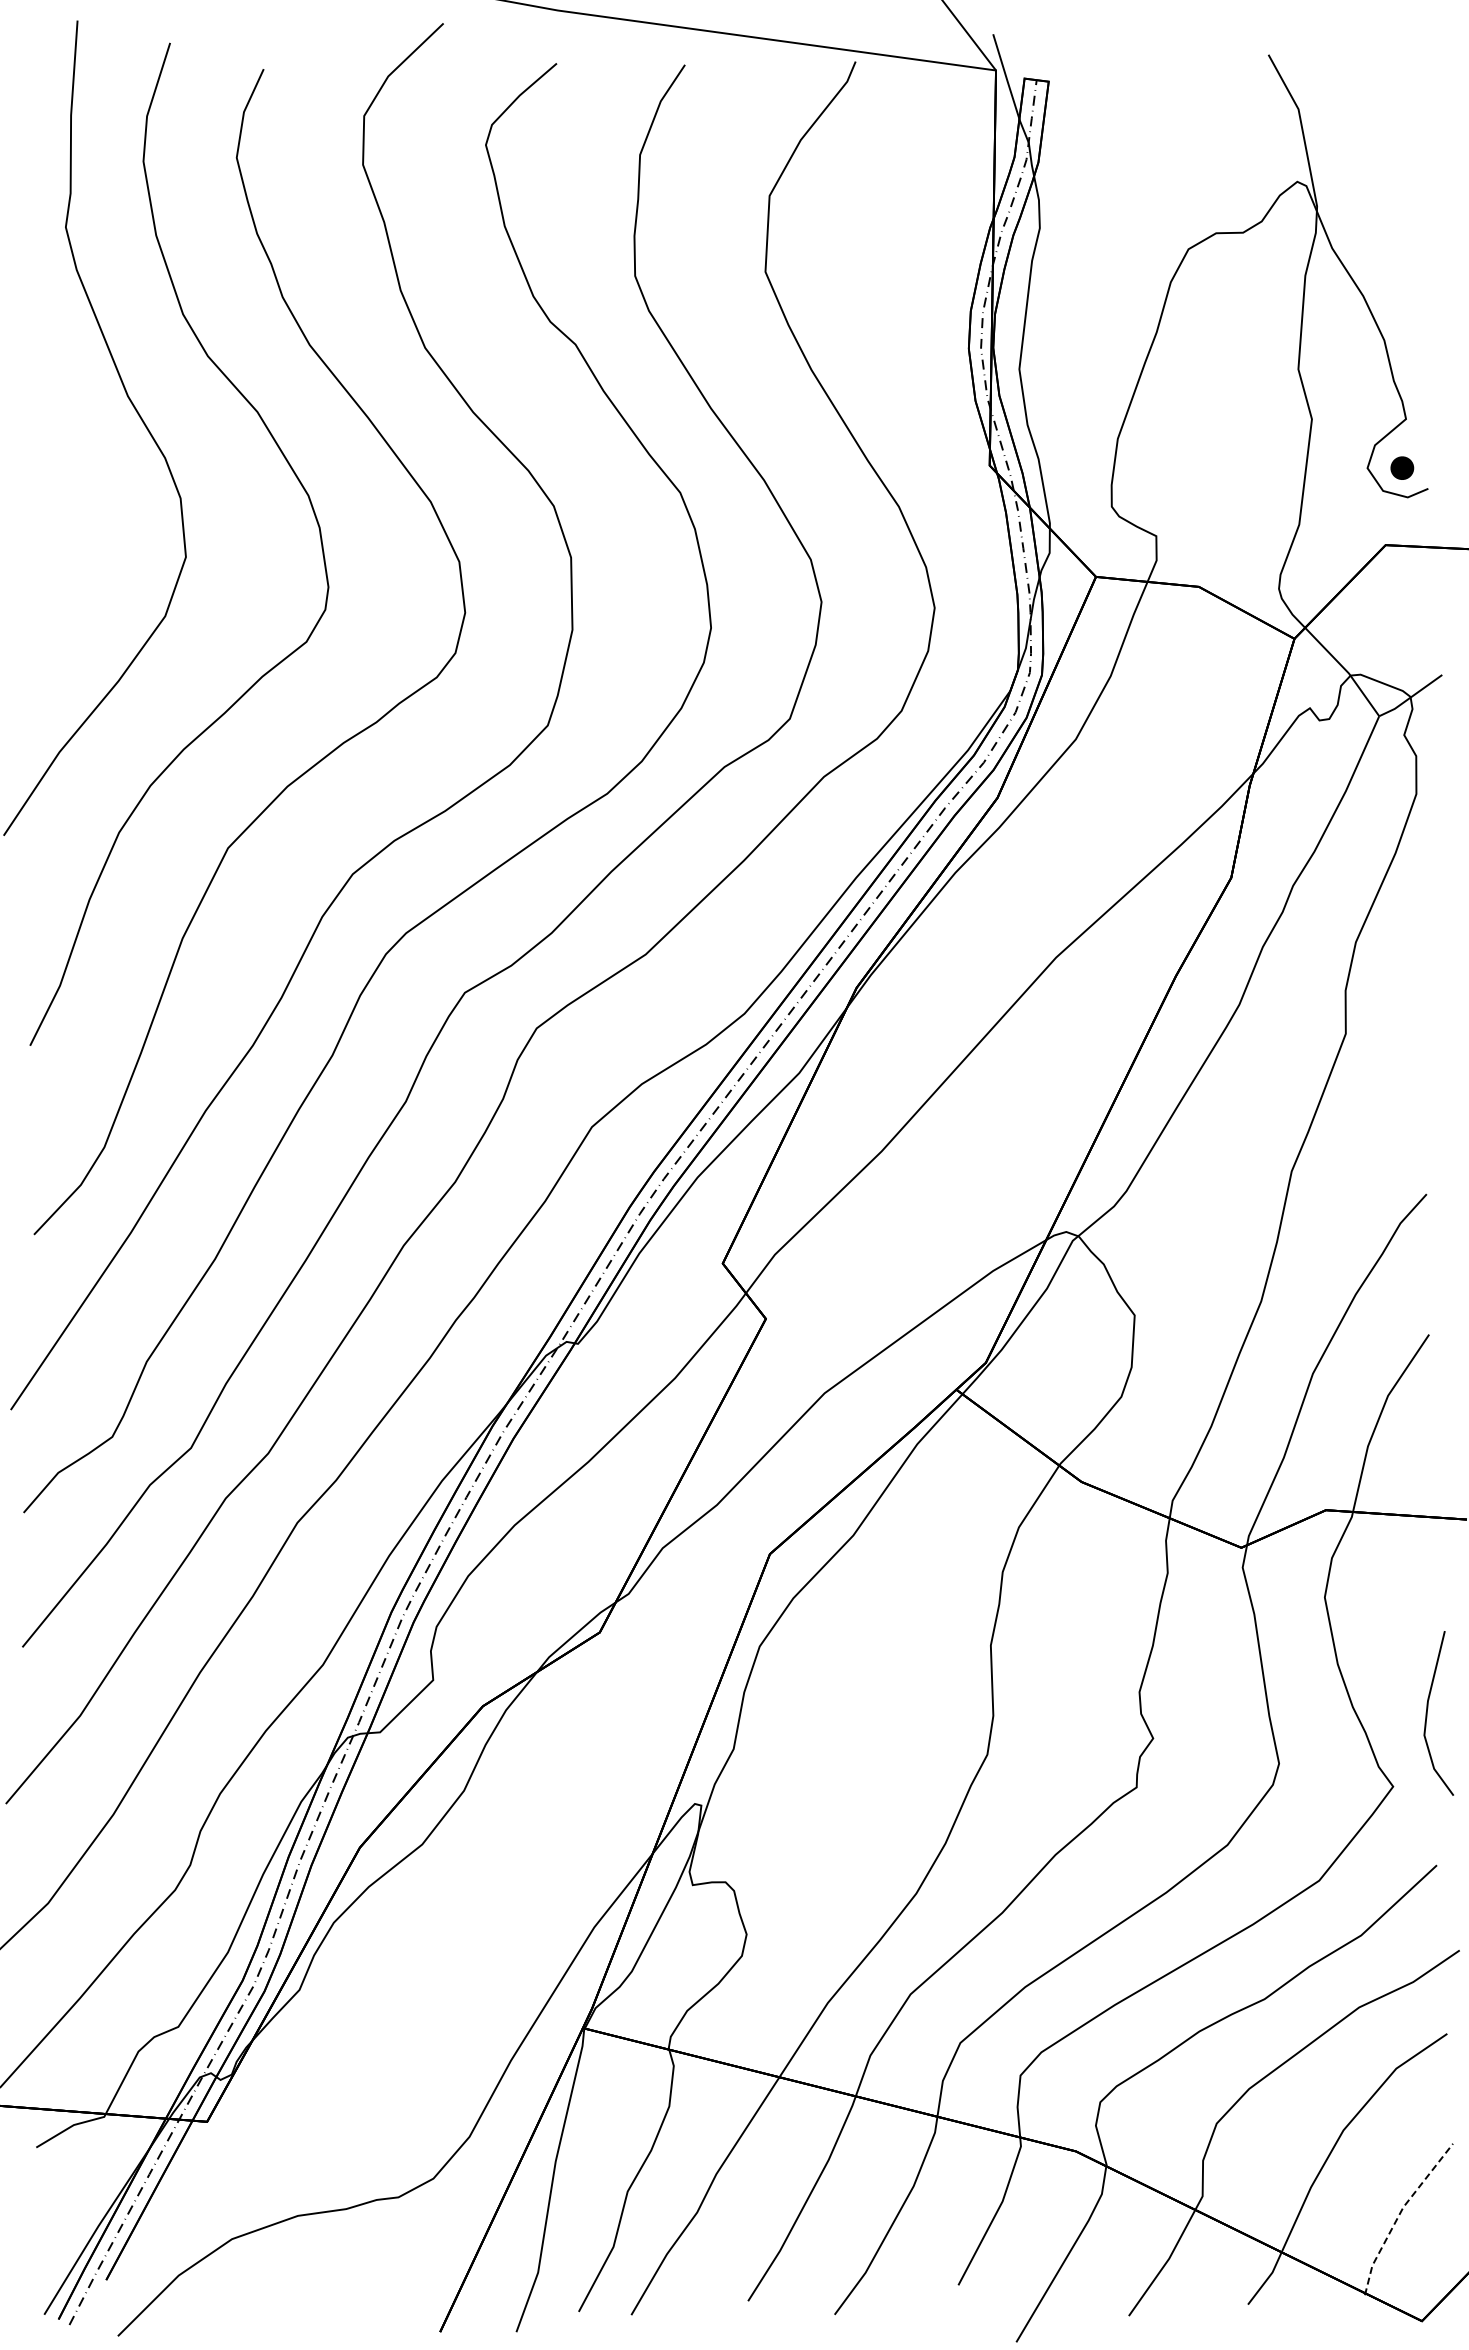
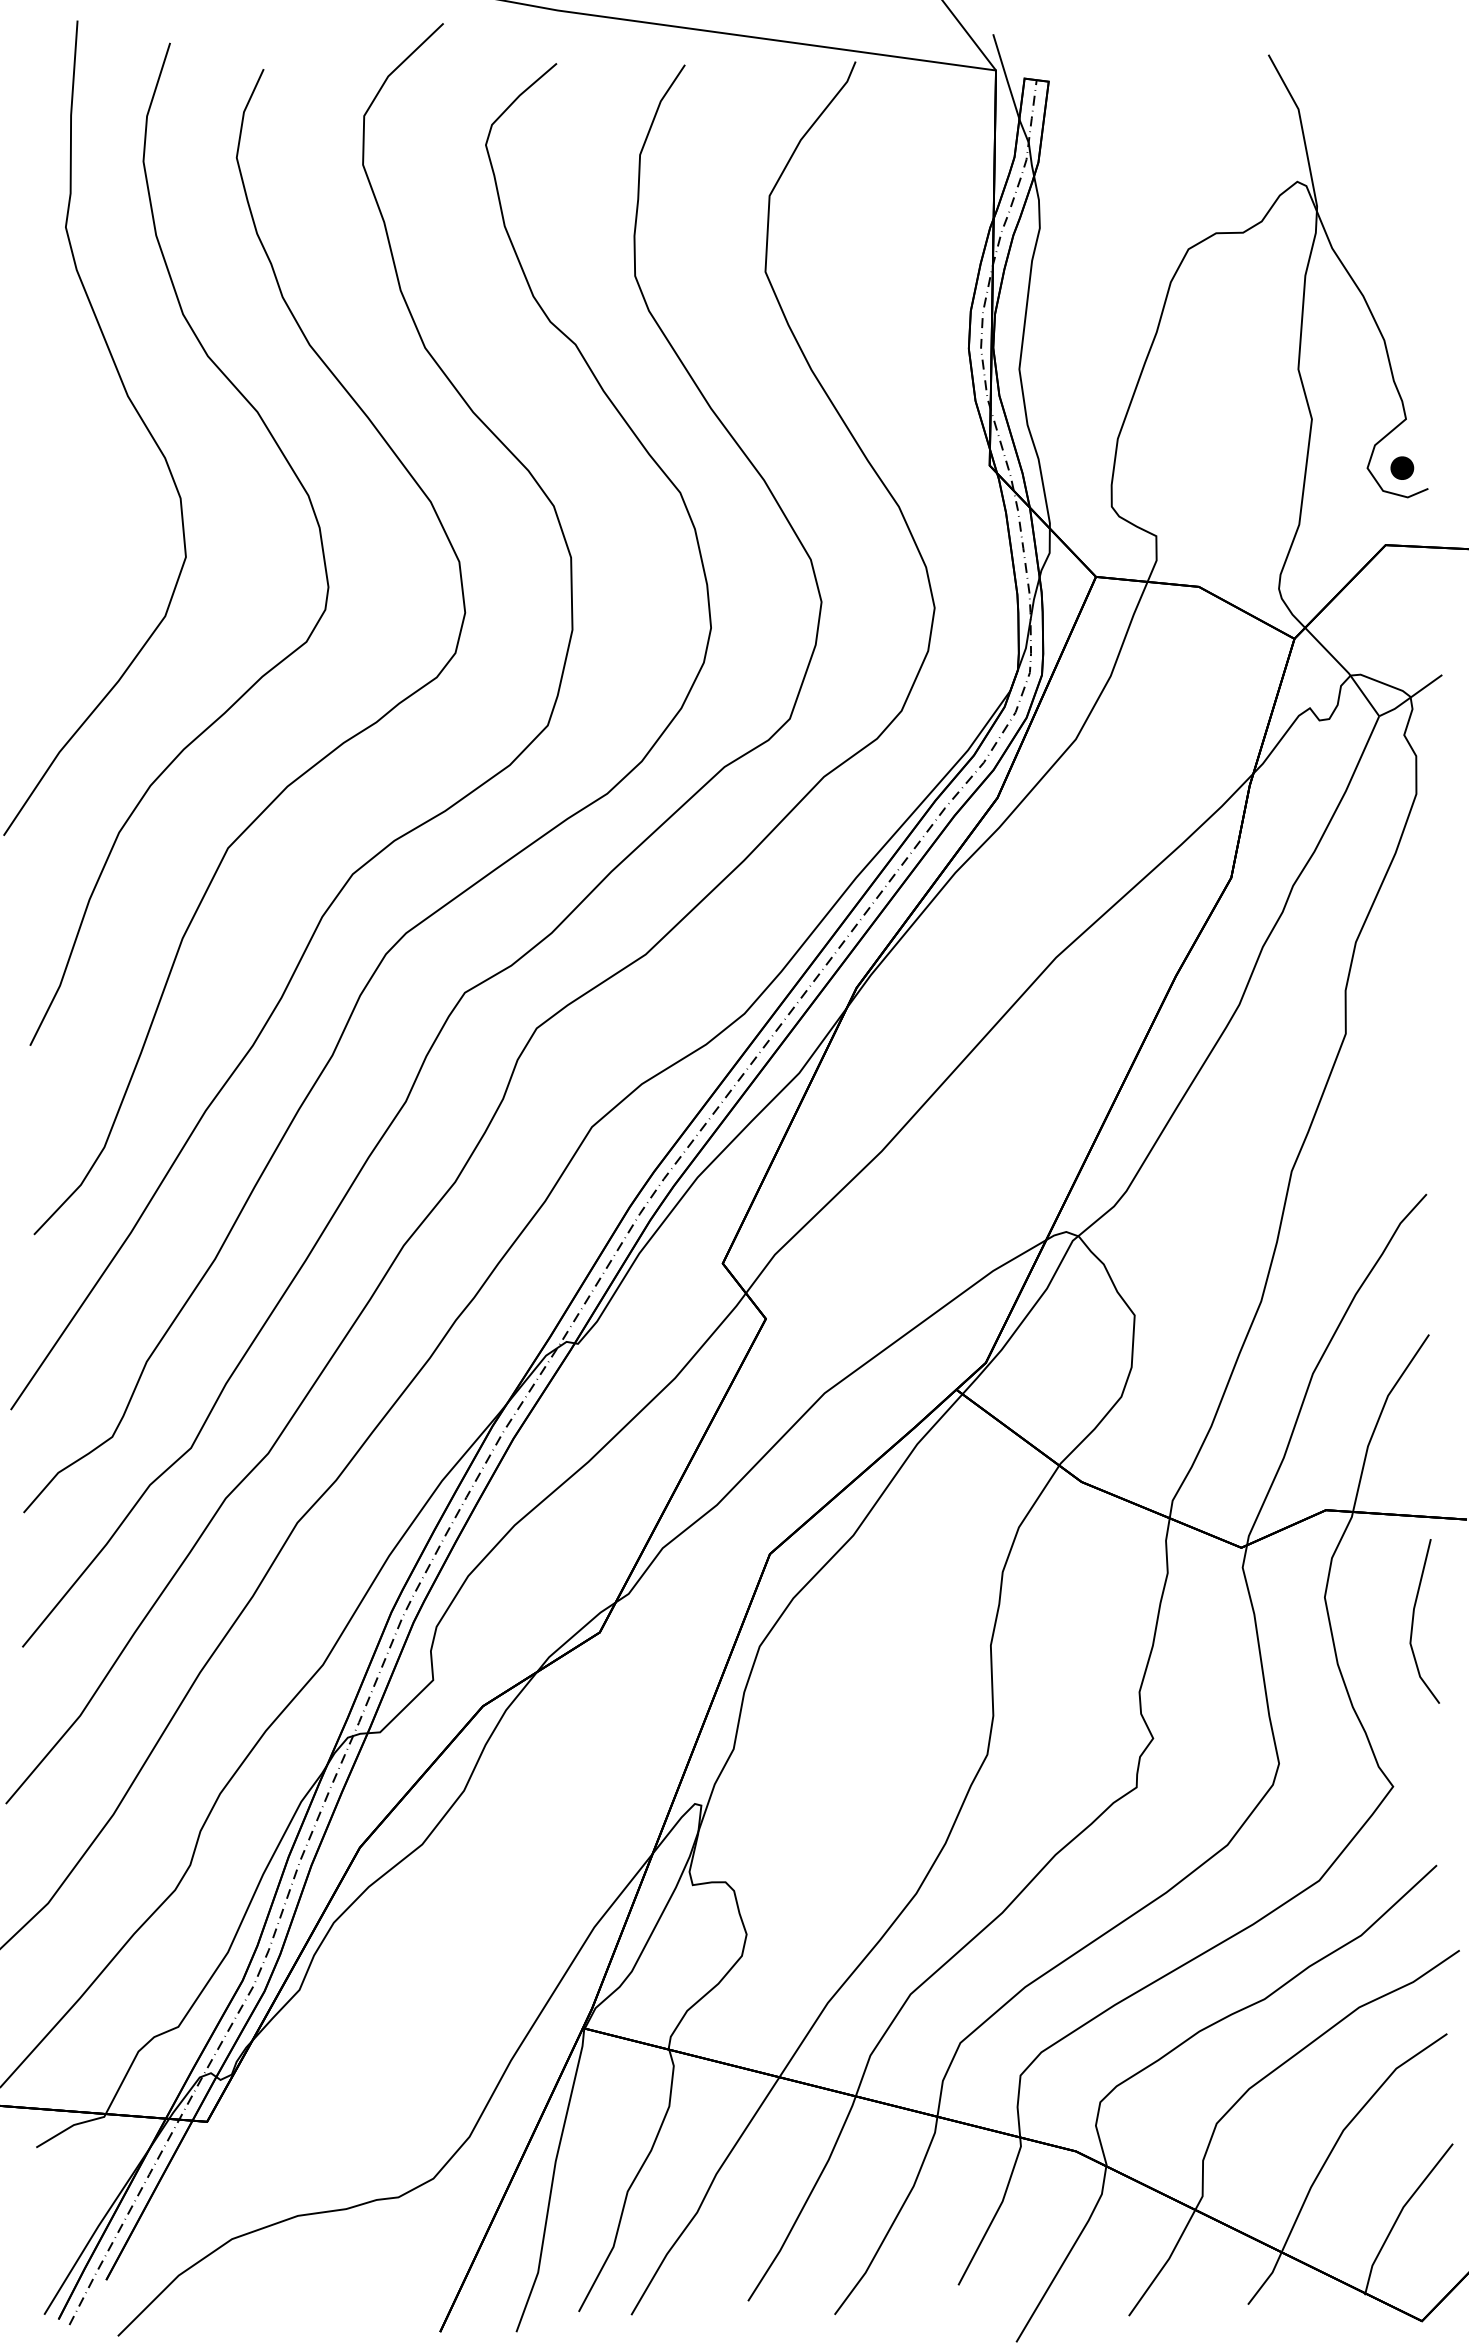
line at (1427, 1713) position: (1427, 1713) -> (1413, 1621)
line at (1399, 2214): dashed -> solid
